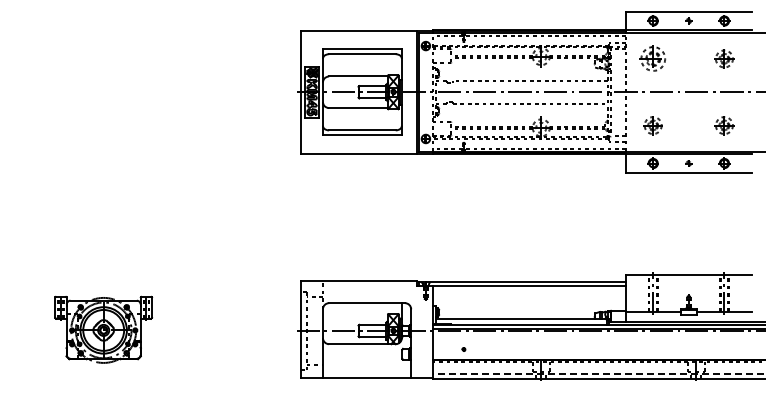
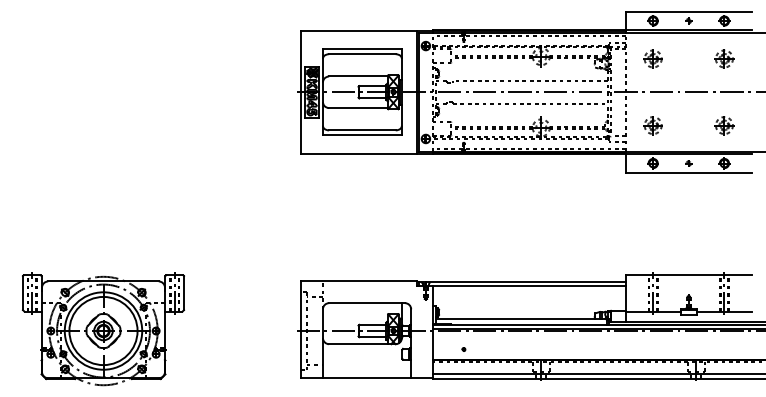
part at (652, 58) size: 28x27 px -> 20x20 px
part at (103, 329) size: 100x69 px -> 164x115 px
line at (598, 374): dashed -> solid
